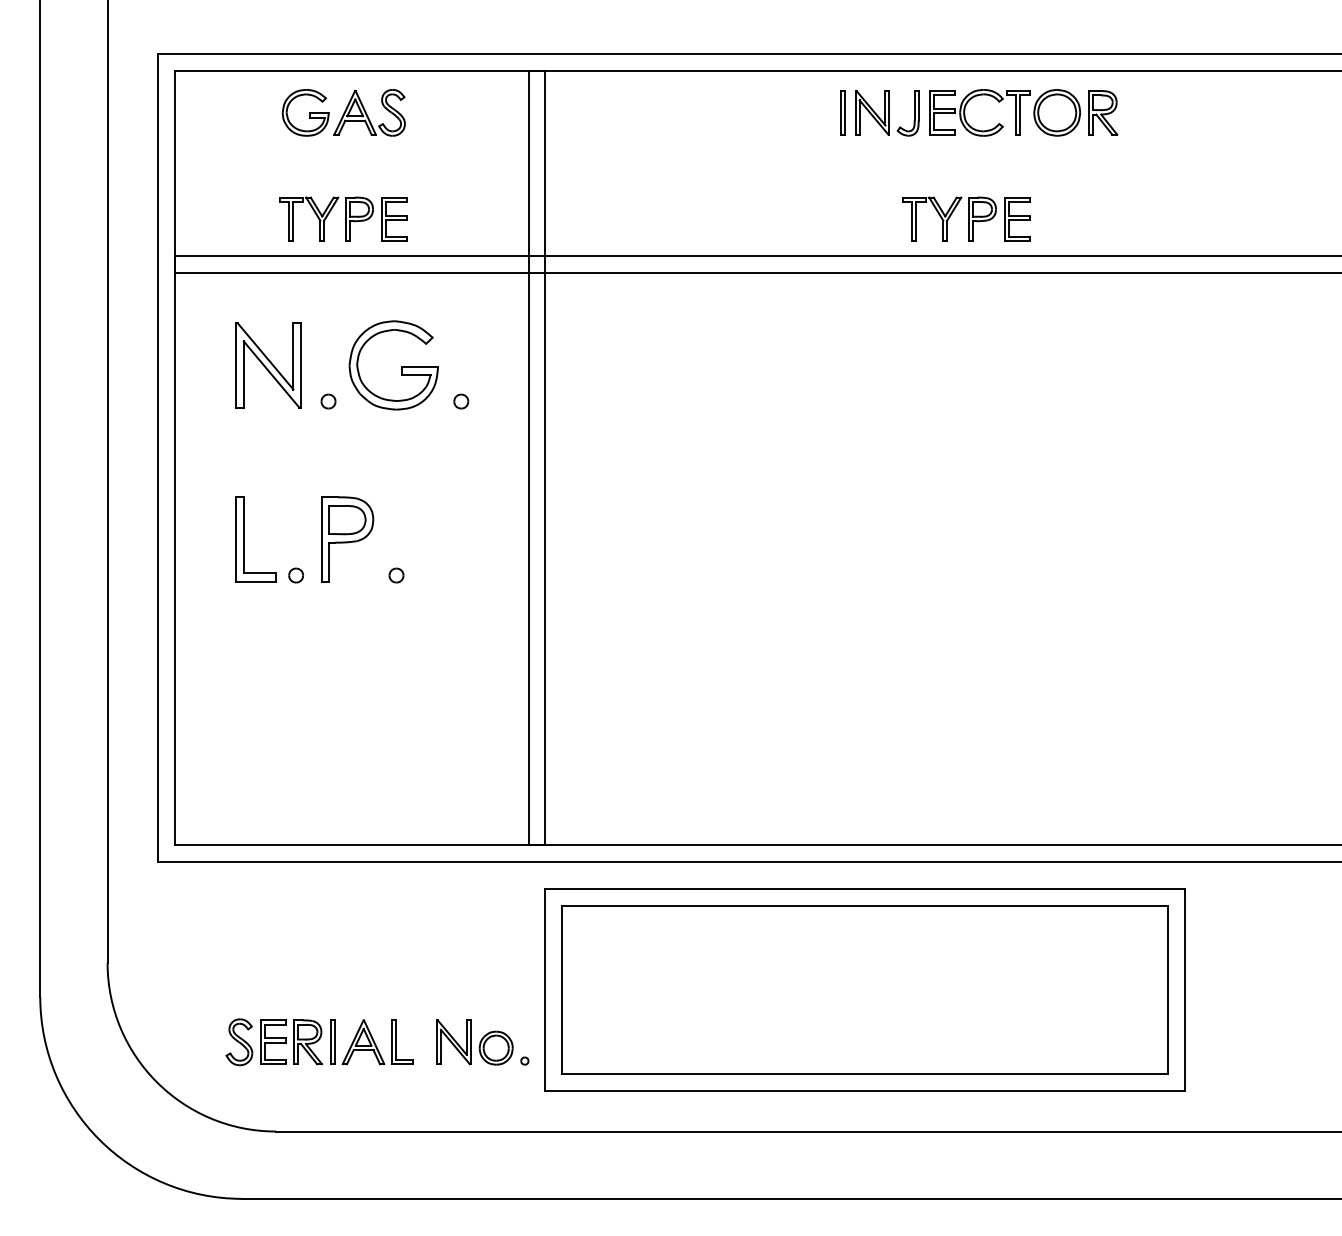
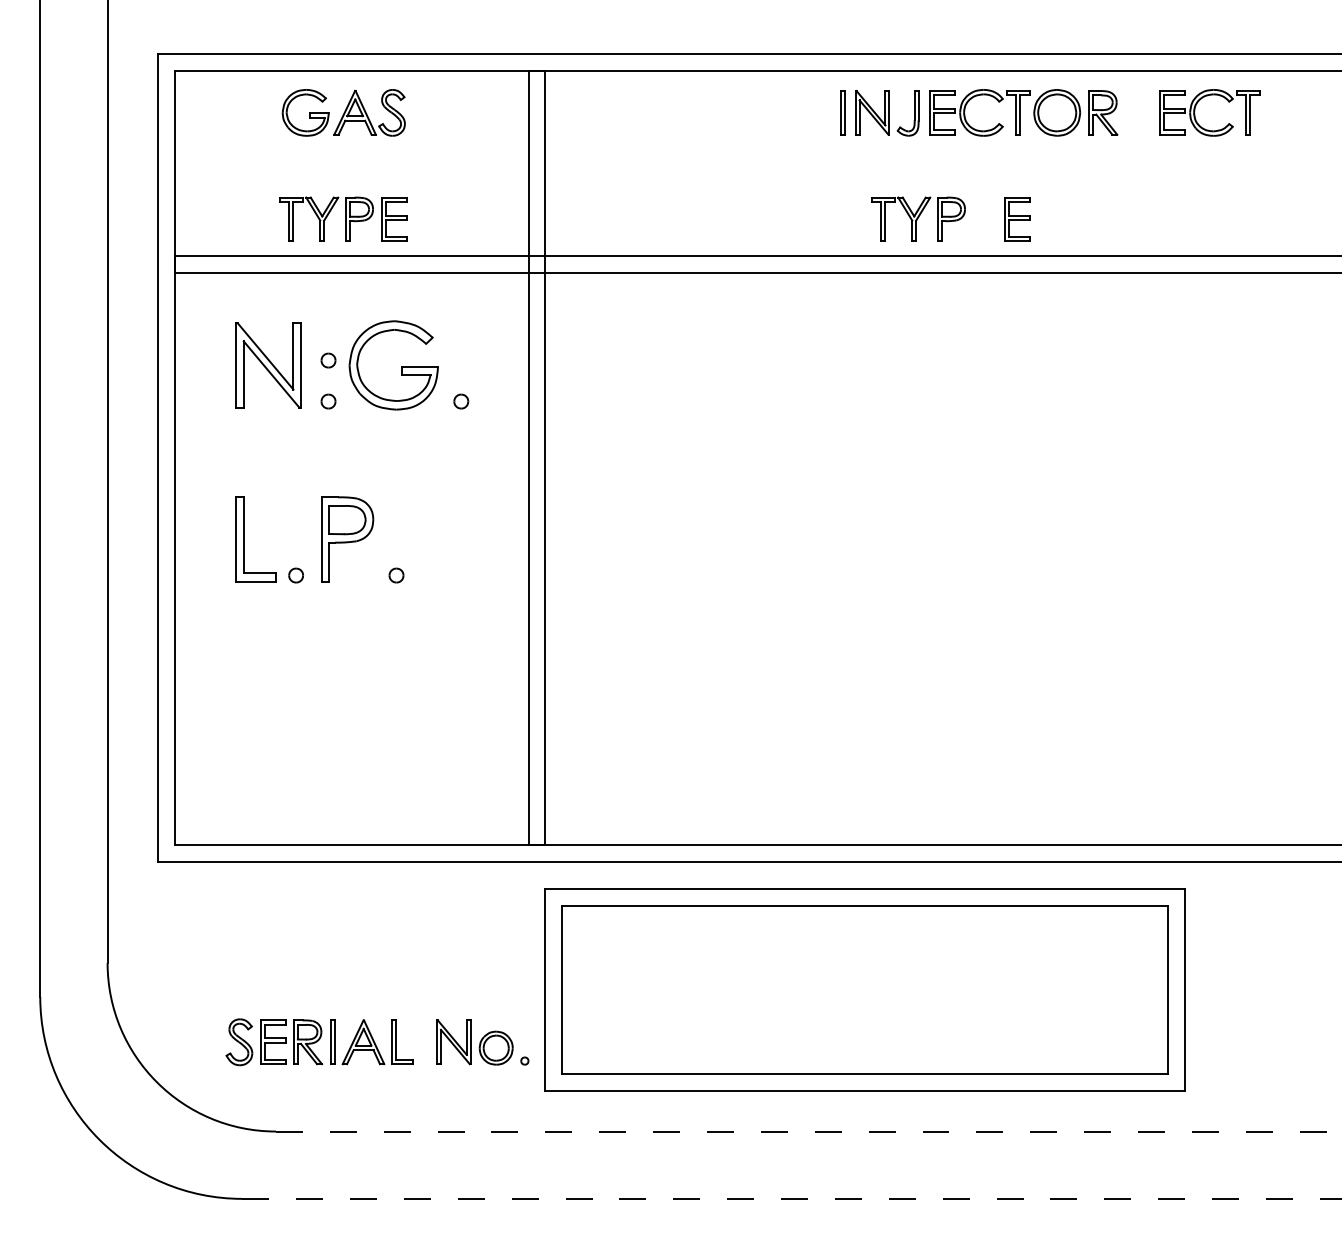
part at (1195, 111): none -> present
part at (949, 218) position: (949, 218) -> (918, 218)
part at (328, 360): none -> present
line at (808, 1131): solid -> dashed
line at (792, 1198): solid -> dashed
